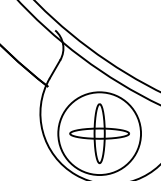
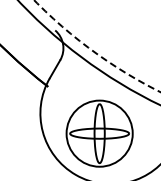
circle at (97, 46): solid -> dashed
circle at (99, 133) diameter: 83 px -> 66 px
